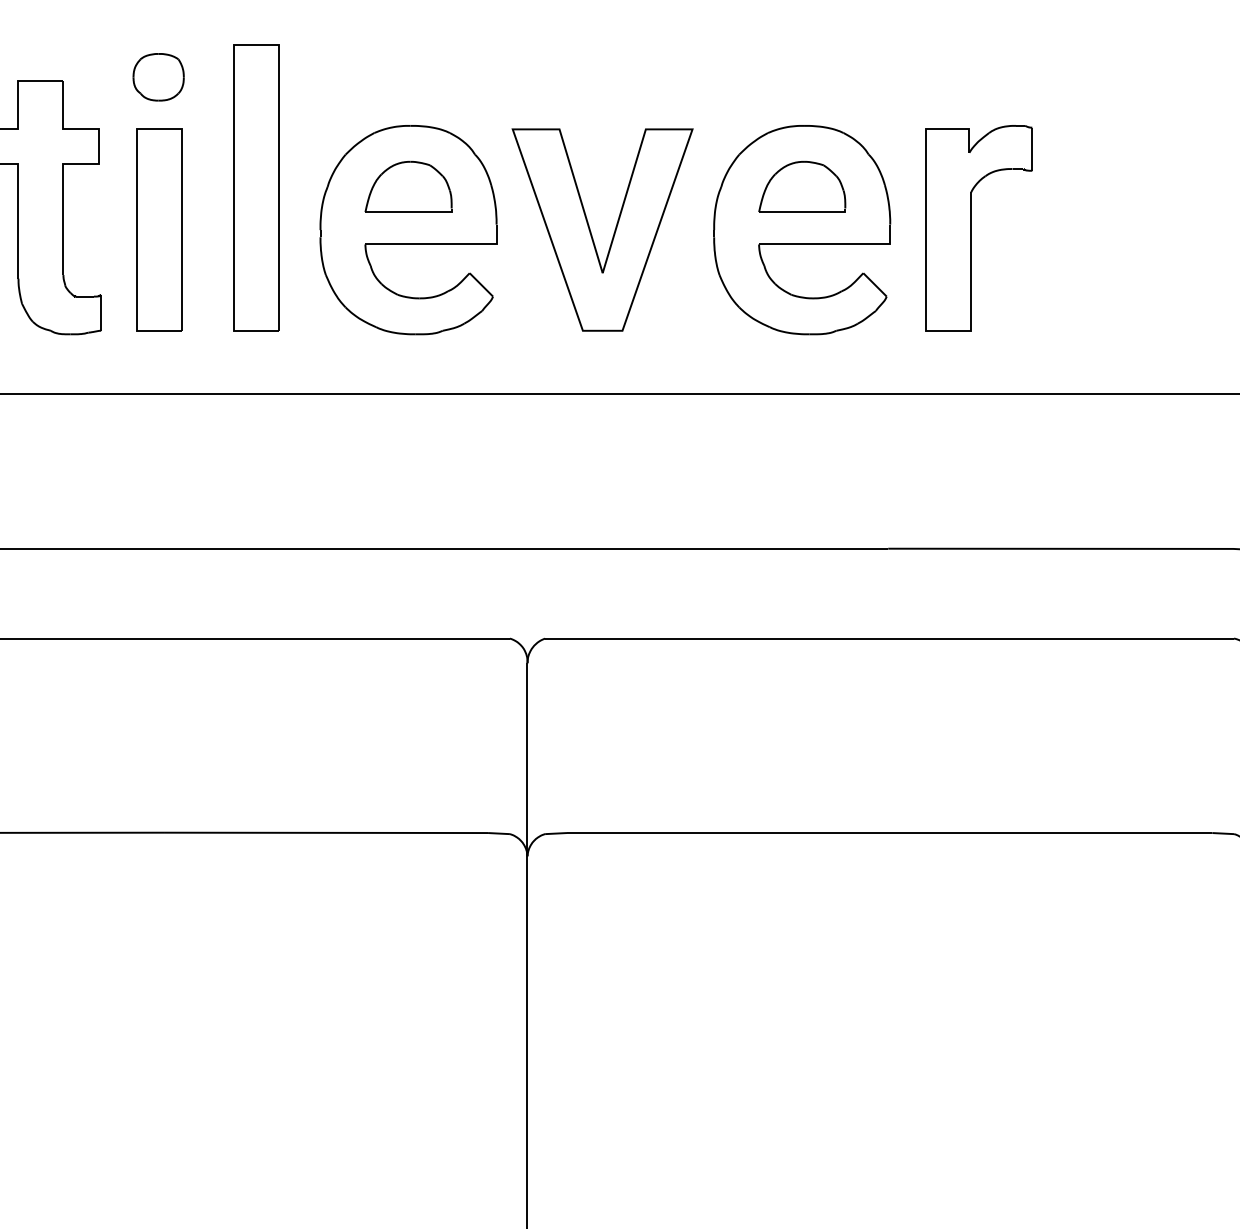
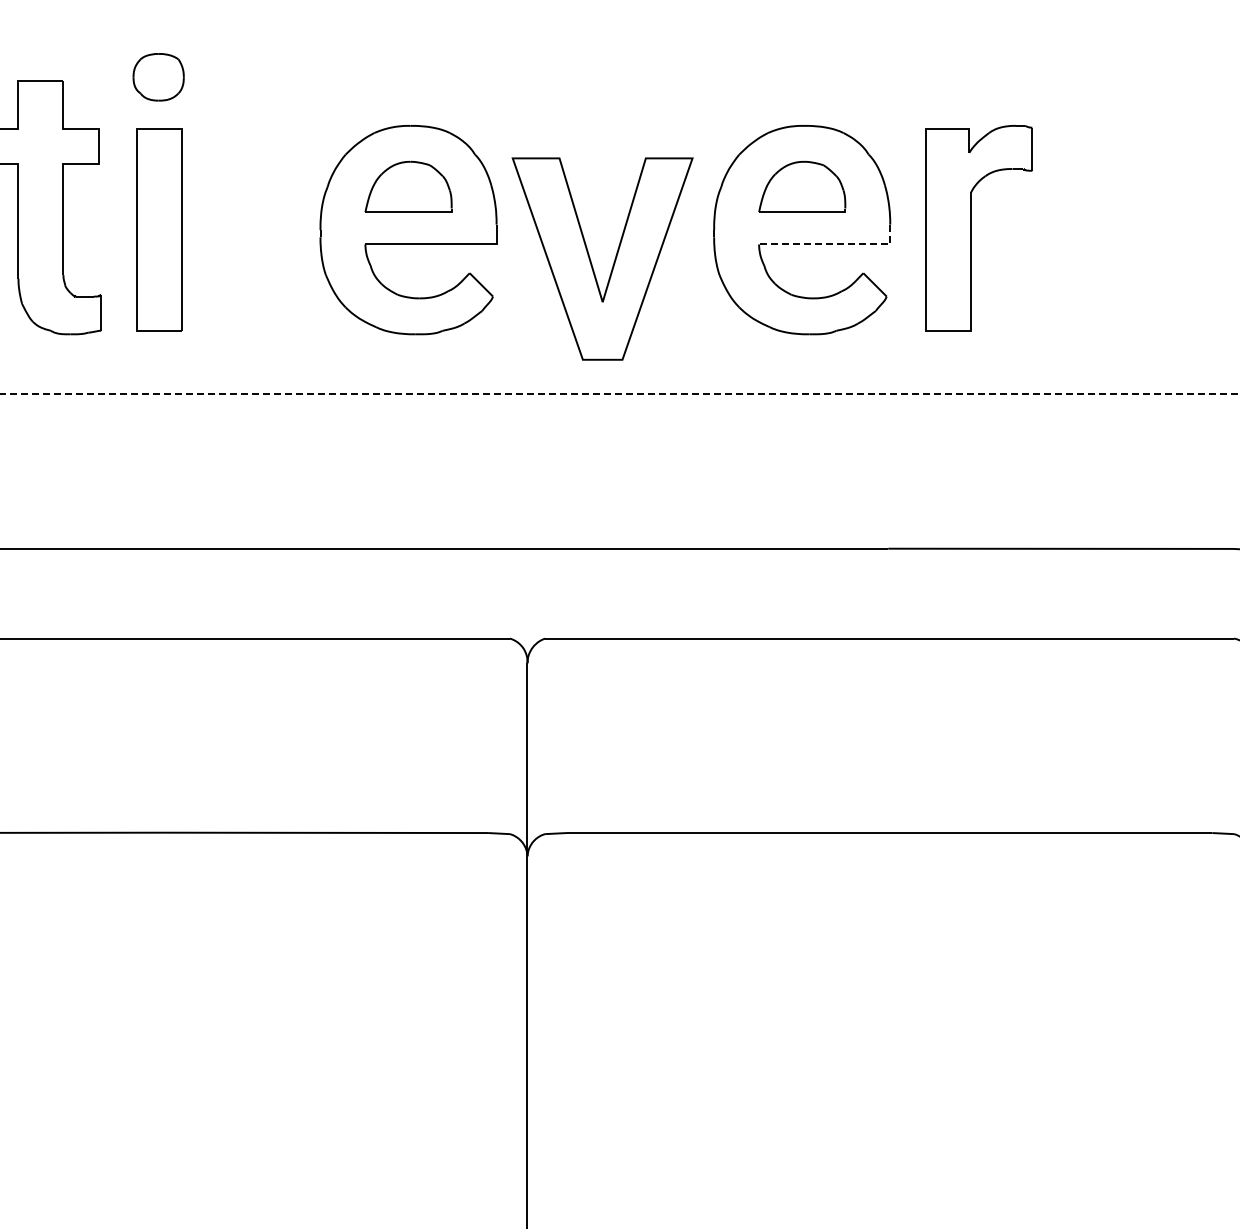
part at (256, 187): present -> none
part at (591, 231) position: (591, 231) -> (591, 260)
line at (834, 244): solid -> dashed
line at (620, 394): solid -> dashed
